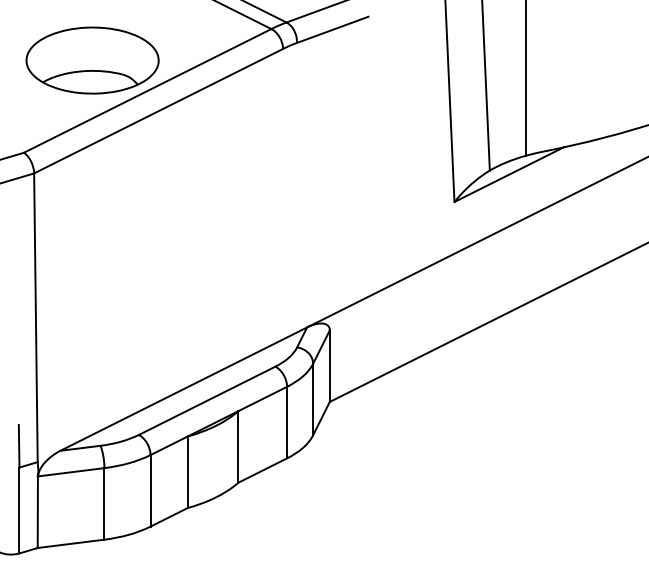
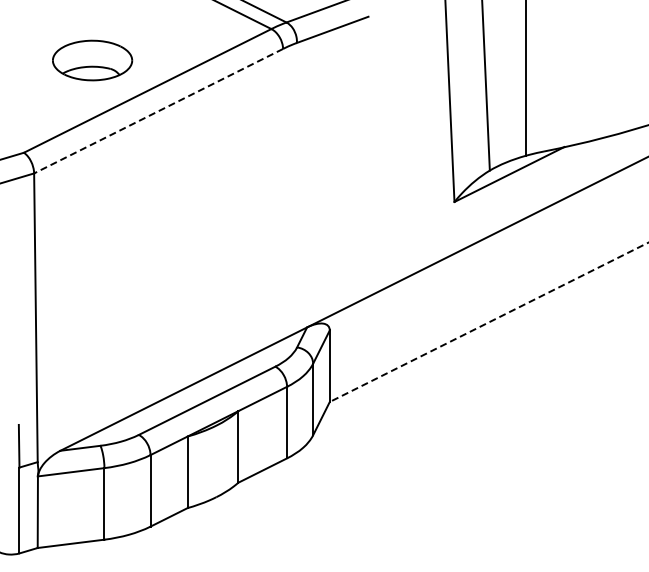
part at (92, 60) size: 135x69 px -> 82x43 px
line at (158, 111): solid -> dashed
line at (488, 322): solid -> dashed
